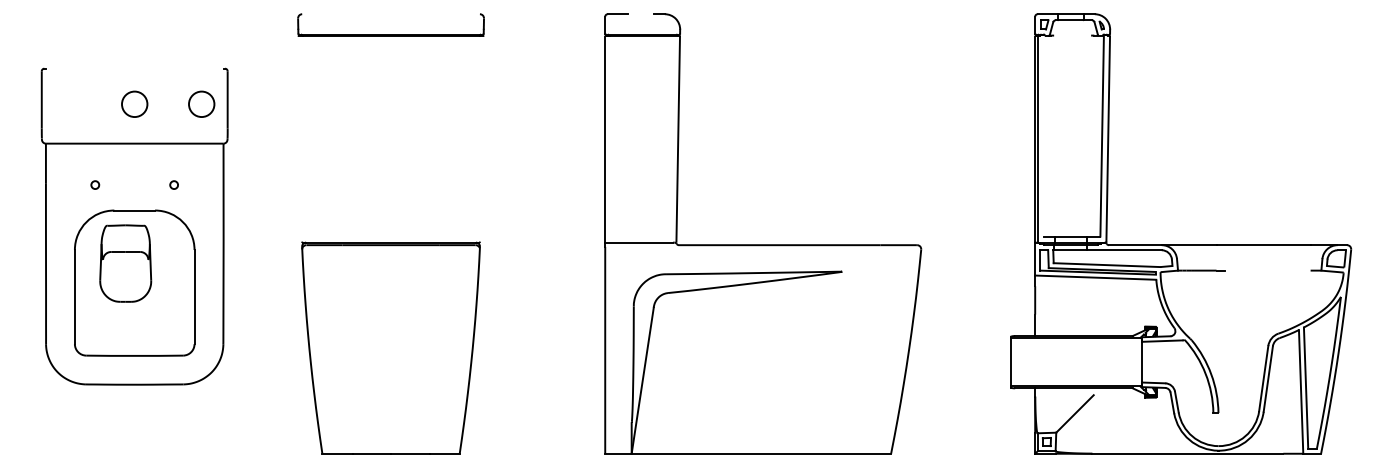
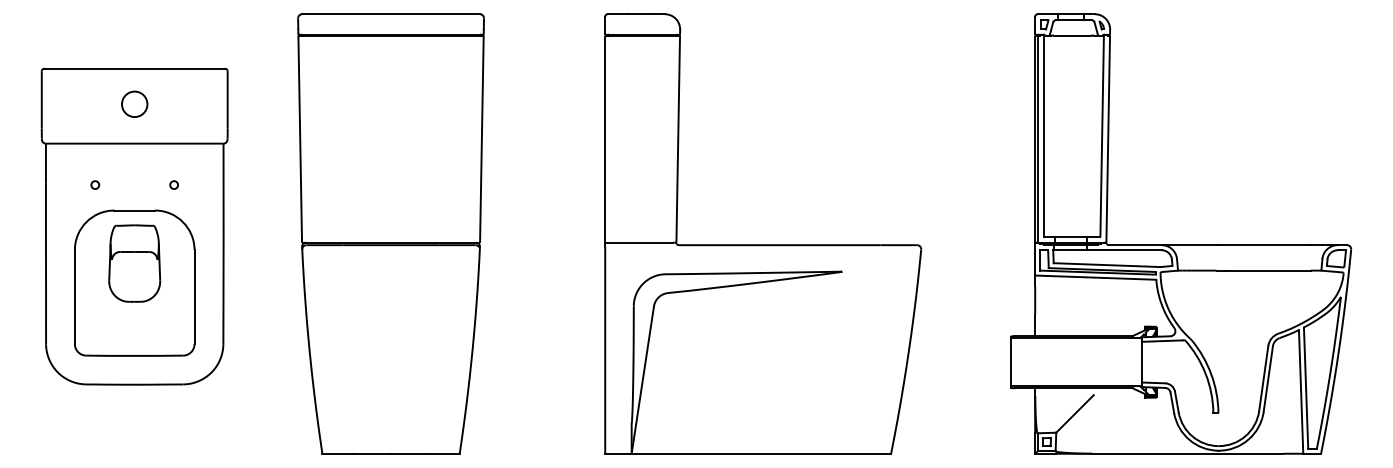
line at (390, 14): none -> present
line at (640, 14): none -> present
line at (1072, 35): none -> present
line at (134, 68): none -> present
circle at (201, 103): present -> none
line at (1043, 135): none -> present
line at (300, 138): none -> present
line at (481, 138): none -> present
part at (125, 263) position: (125, 263) -> (134, 263)
line at (1267, 270): none -> present
